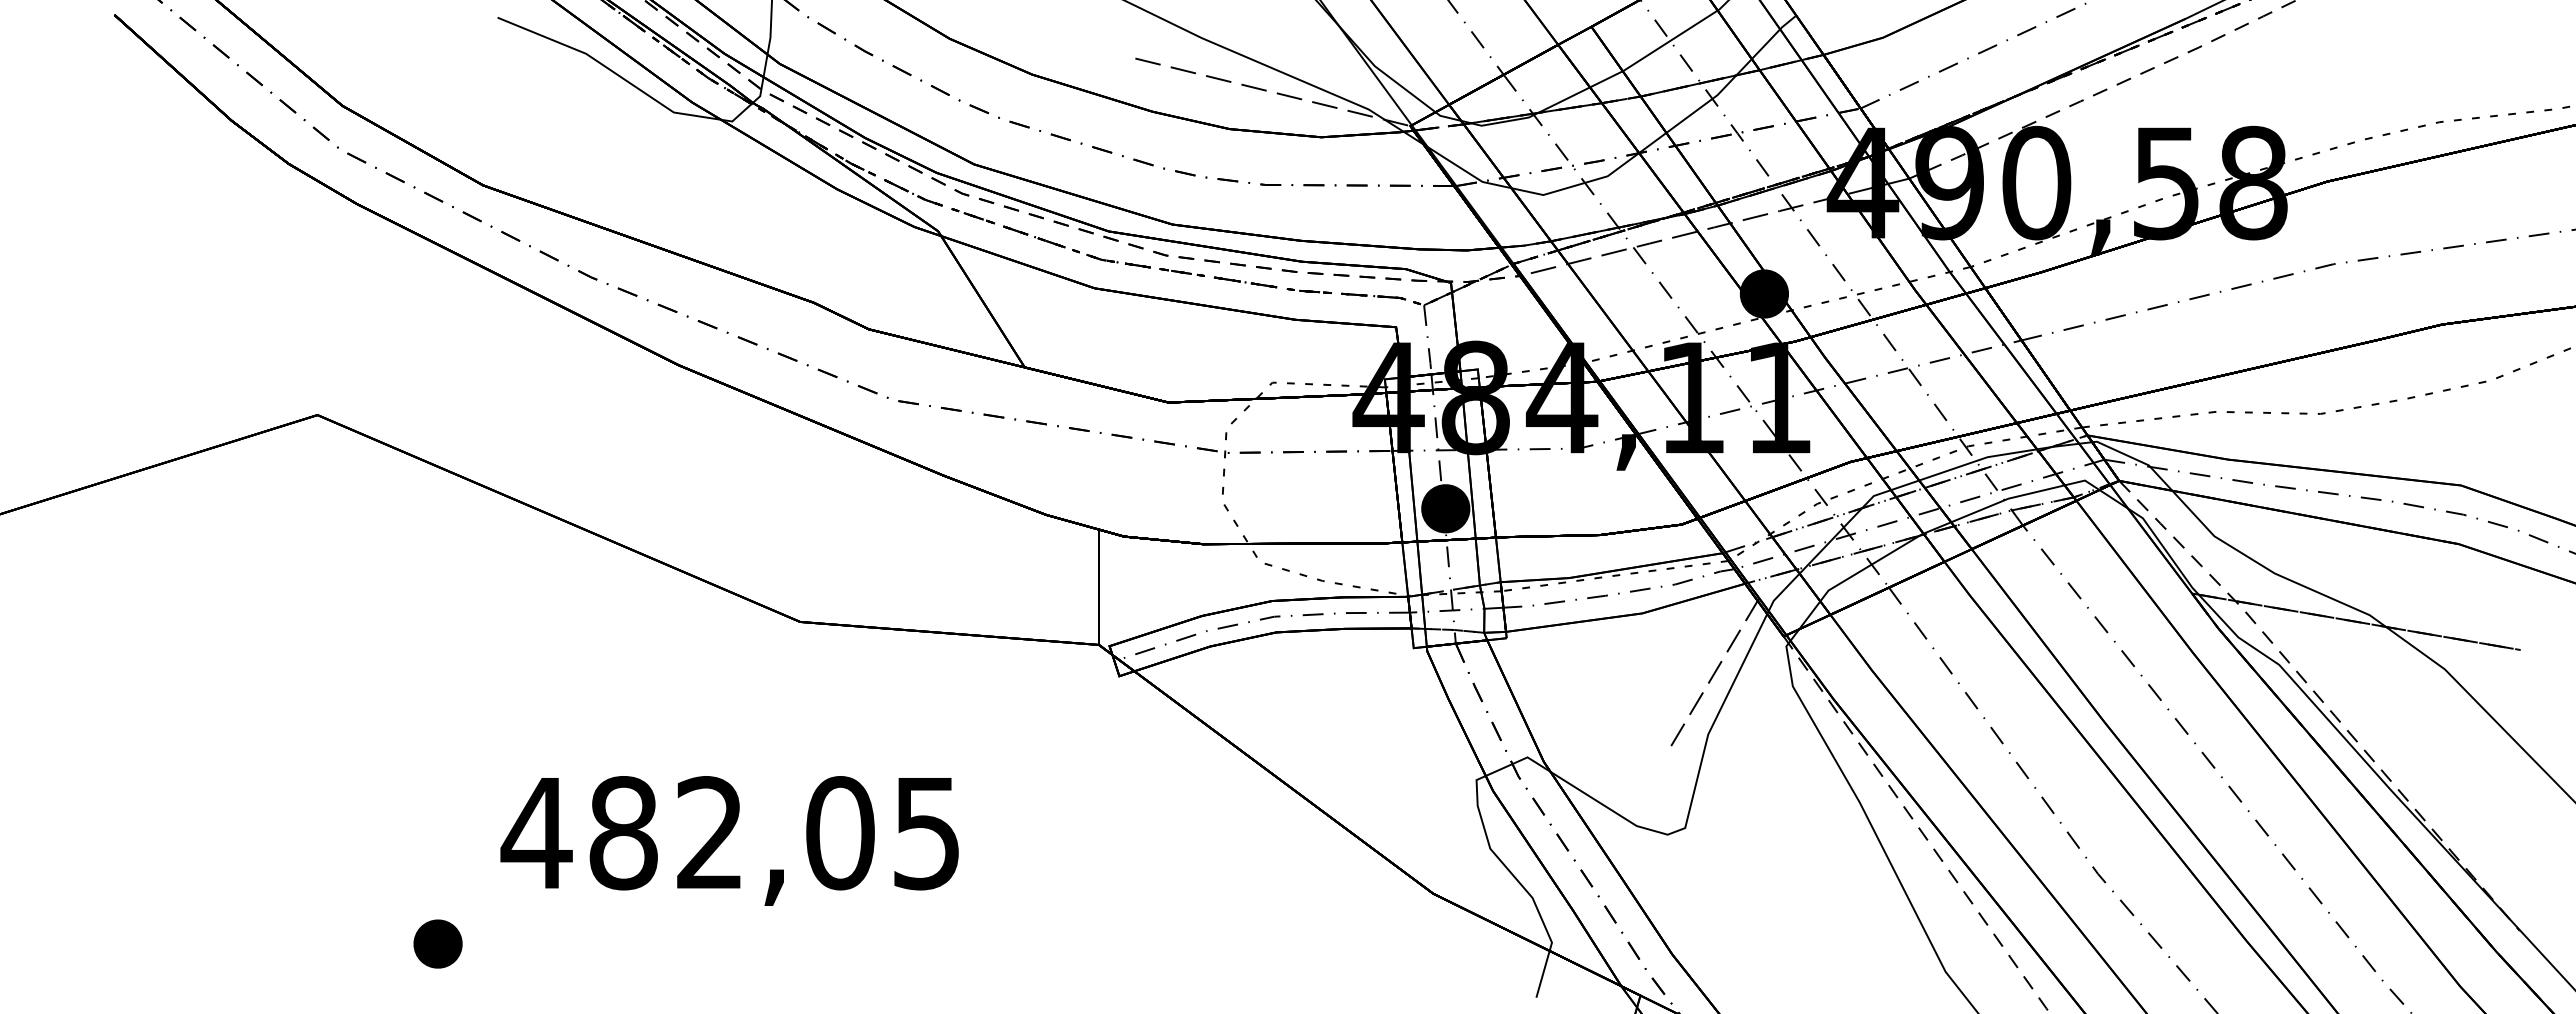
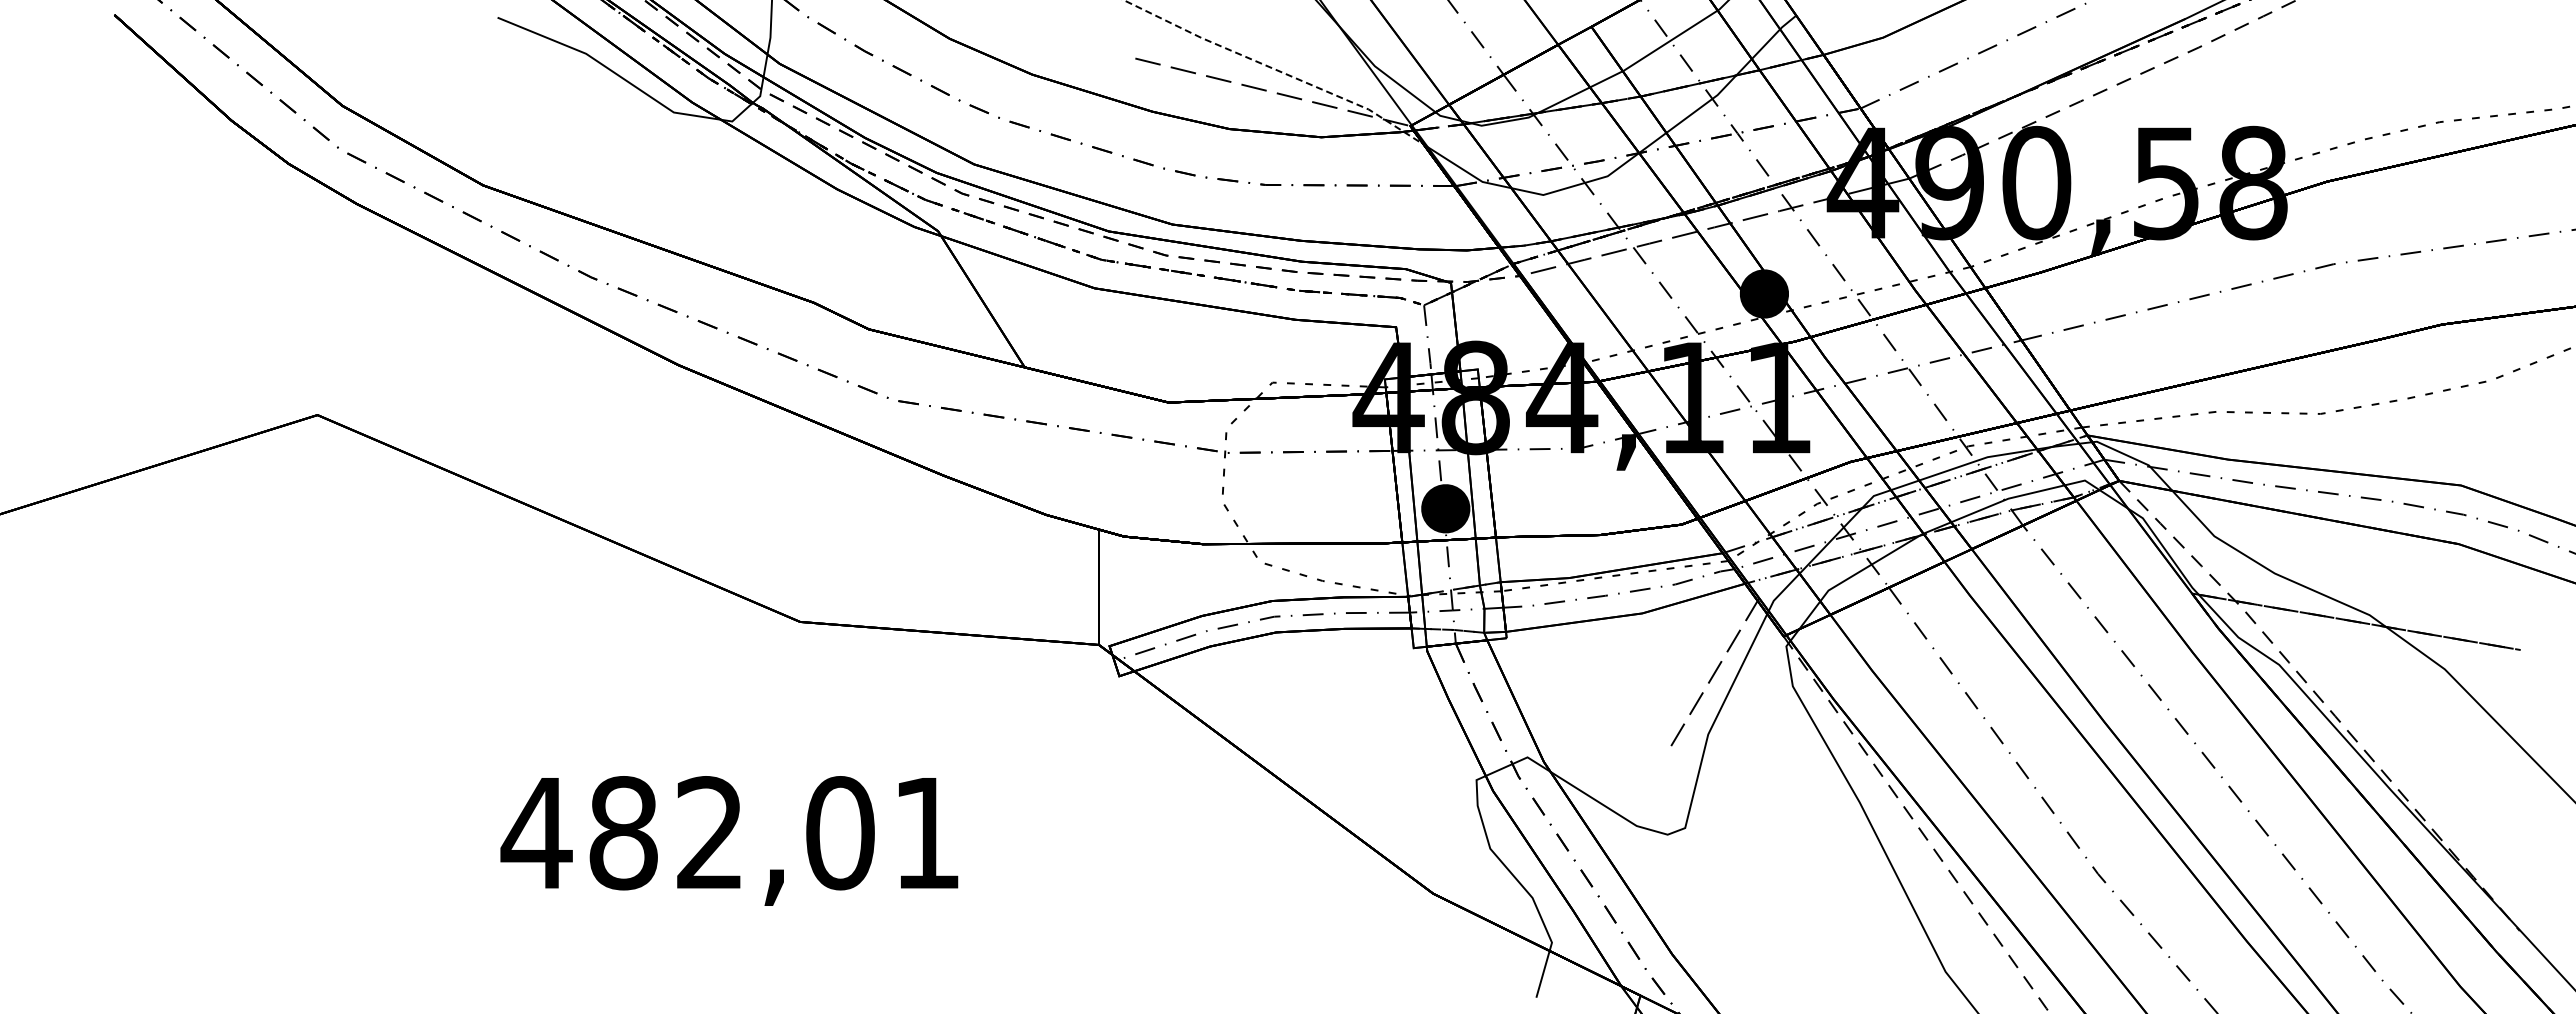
line at (1276, 69): solid -> dashed
text at (926, 834): 482,05 -> 482,01
part at (437, 943): present -> none
